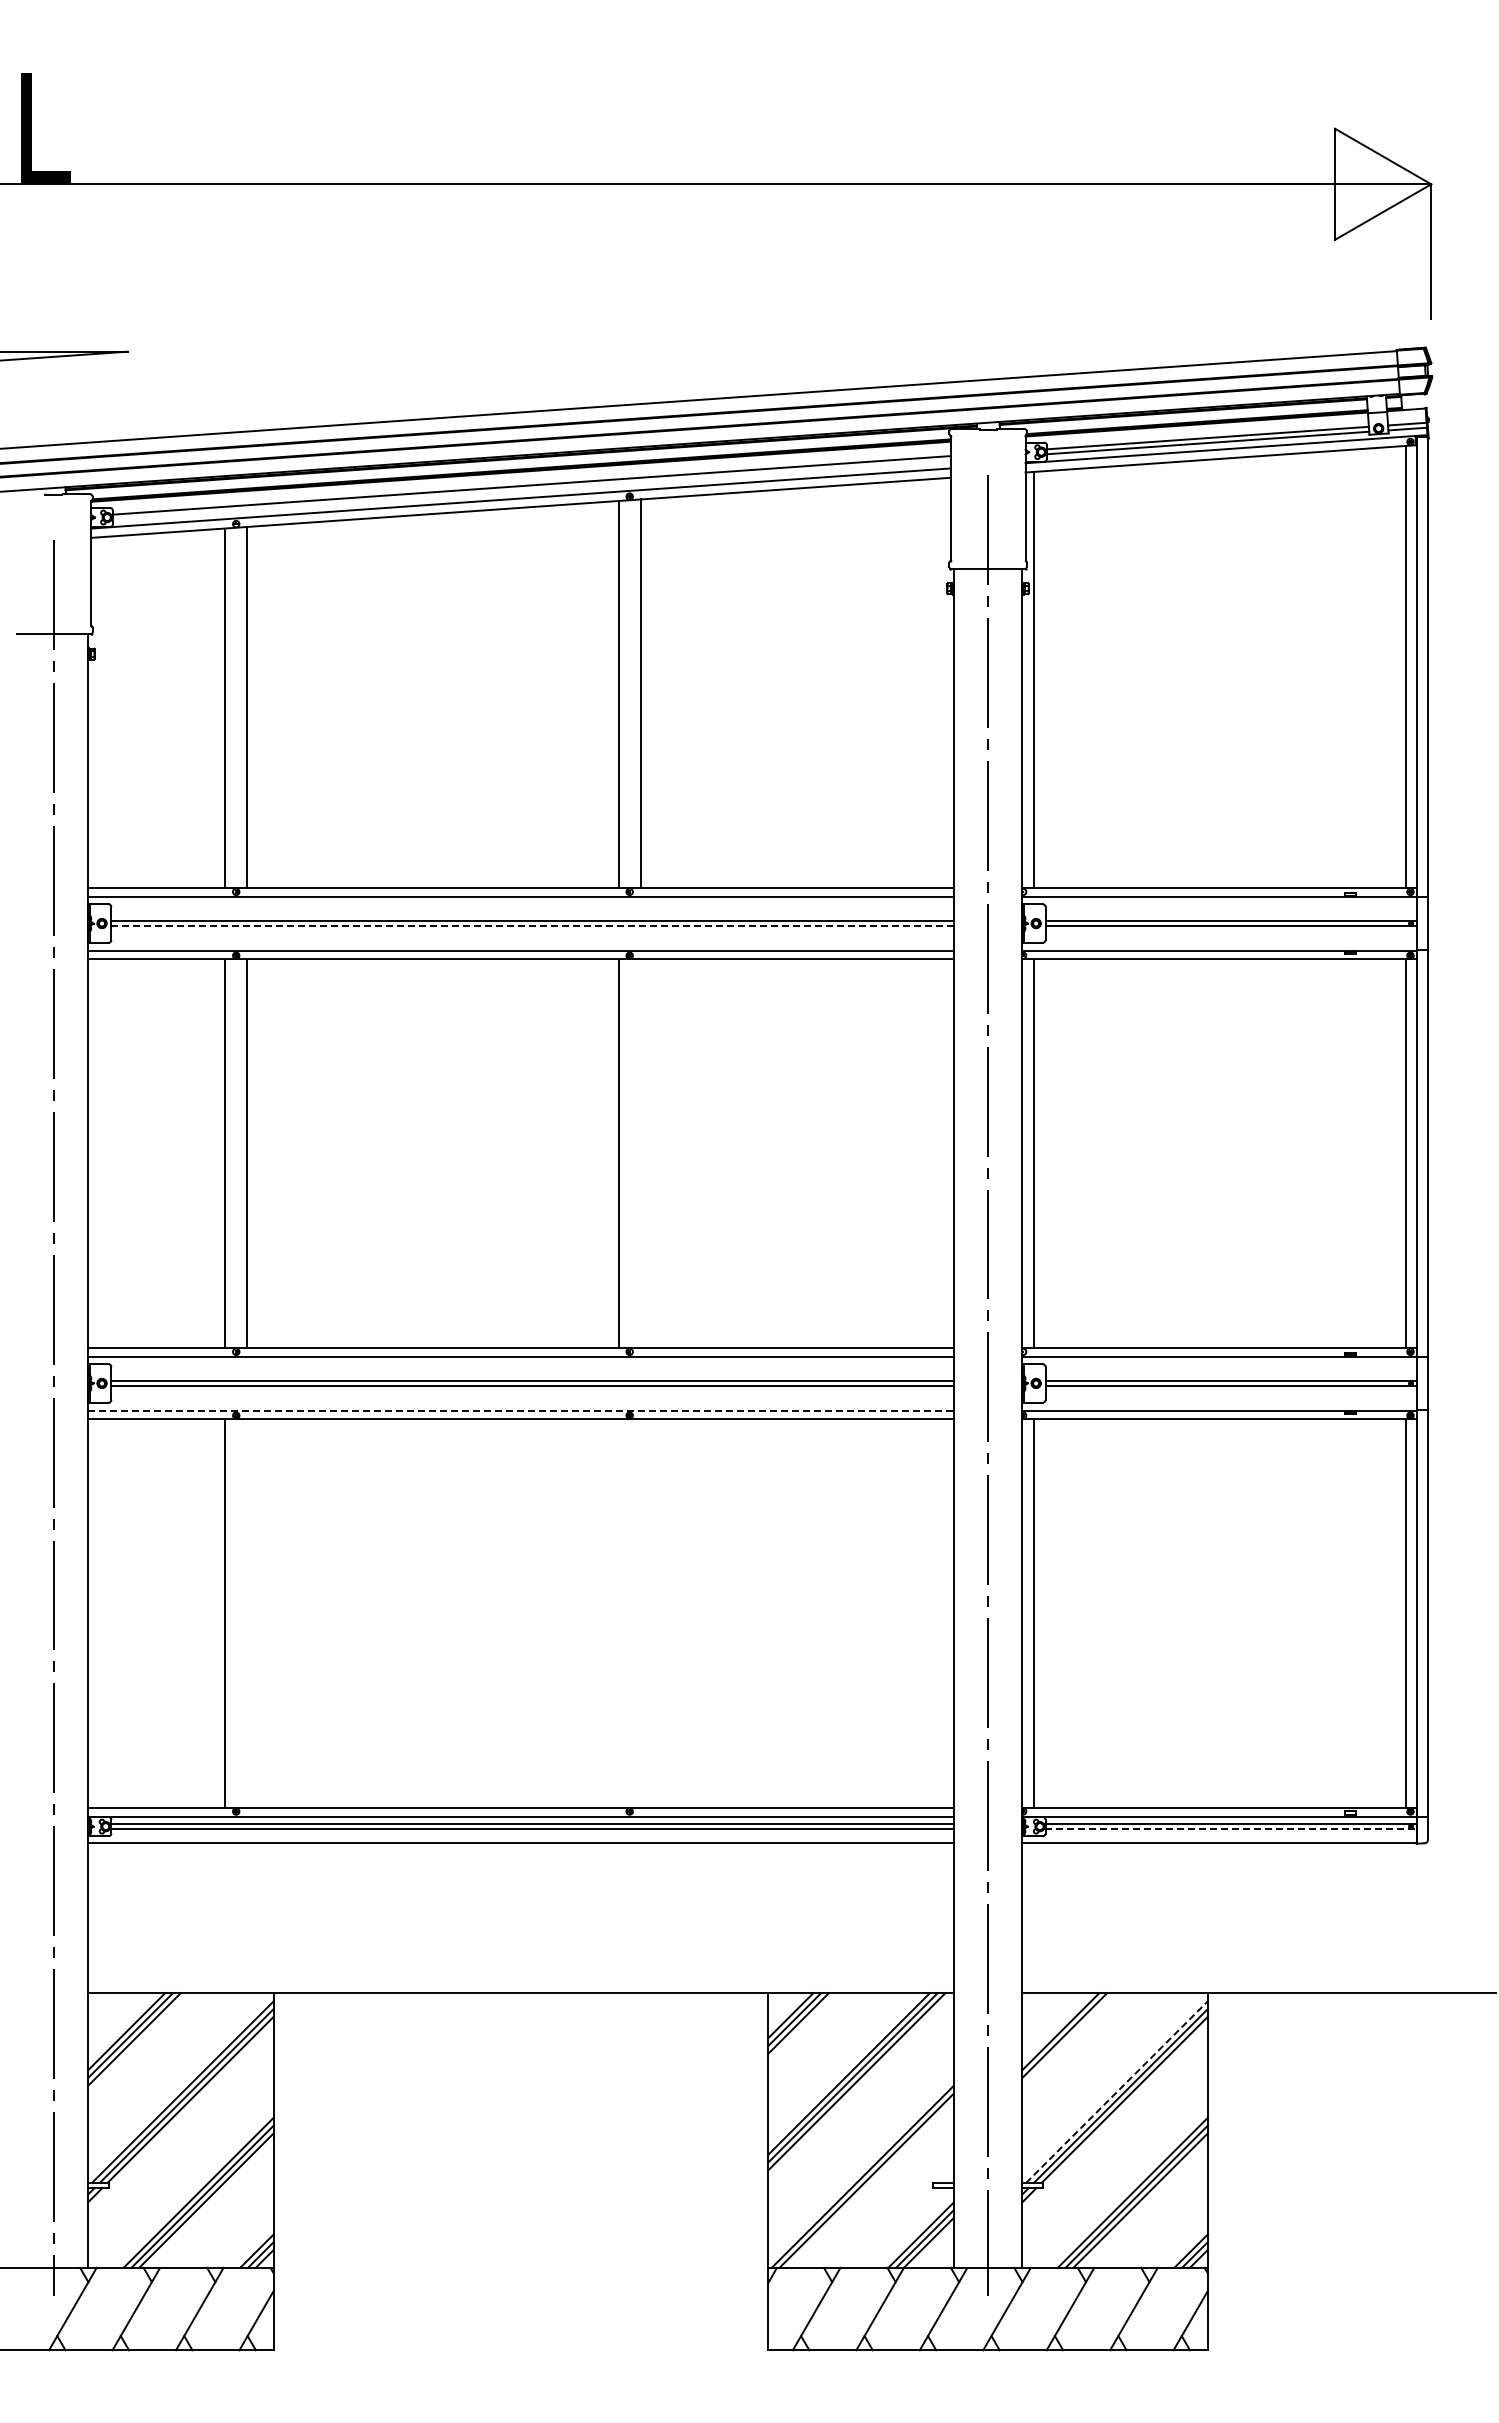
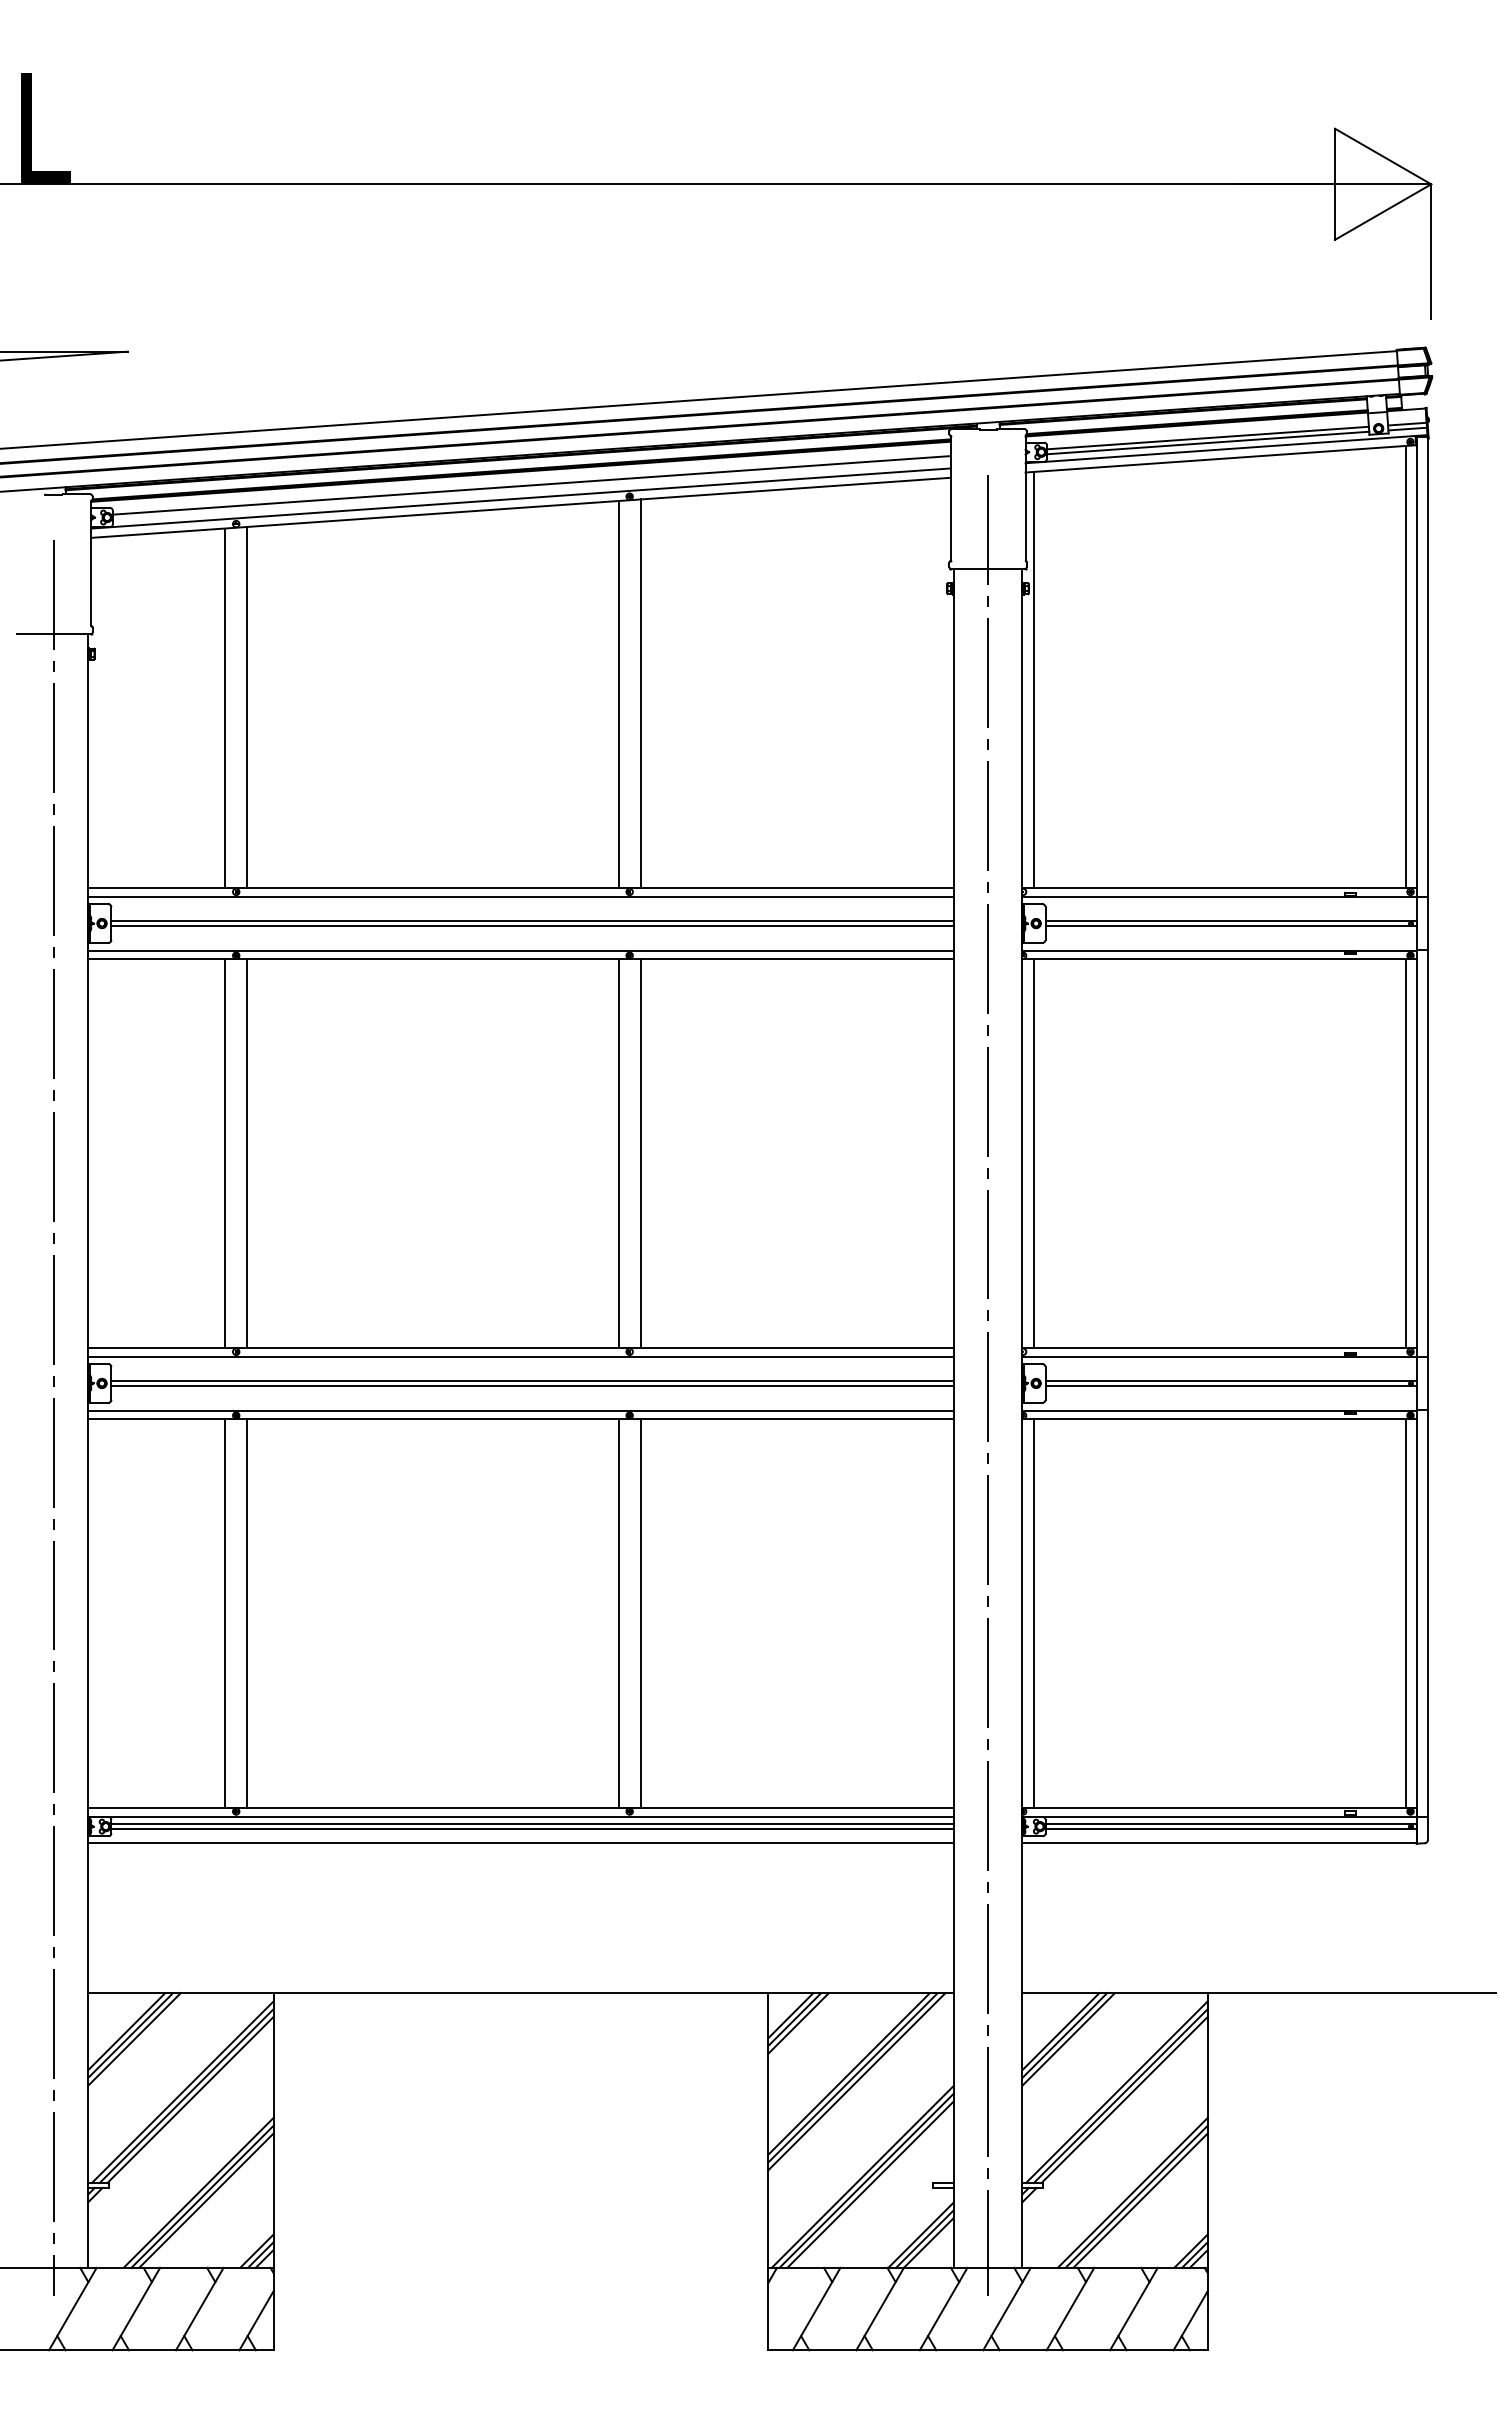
line at (532, 926): dashed -> solid
line at (640, 1153): none -> present
line at (521, 1410): dashed -> solid
line at (247, 1613): none -> present
line at (618, 1613): none -> present
line at (640, 1613): none -> present
line at (1230, 1829): dashed -> solid
line at (1068, 2039): none -> present
line at (1116, 2092): dashed -> solid
line at (870, 2184): none -> present
